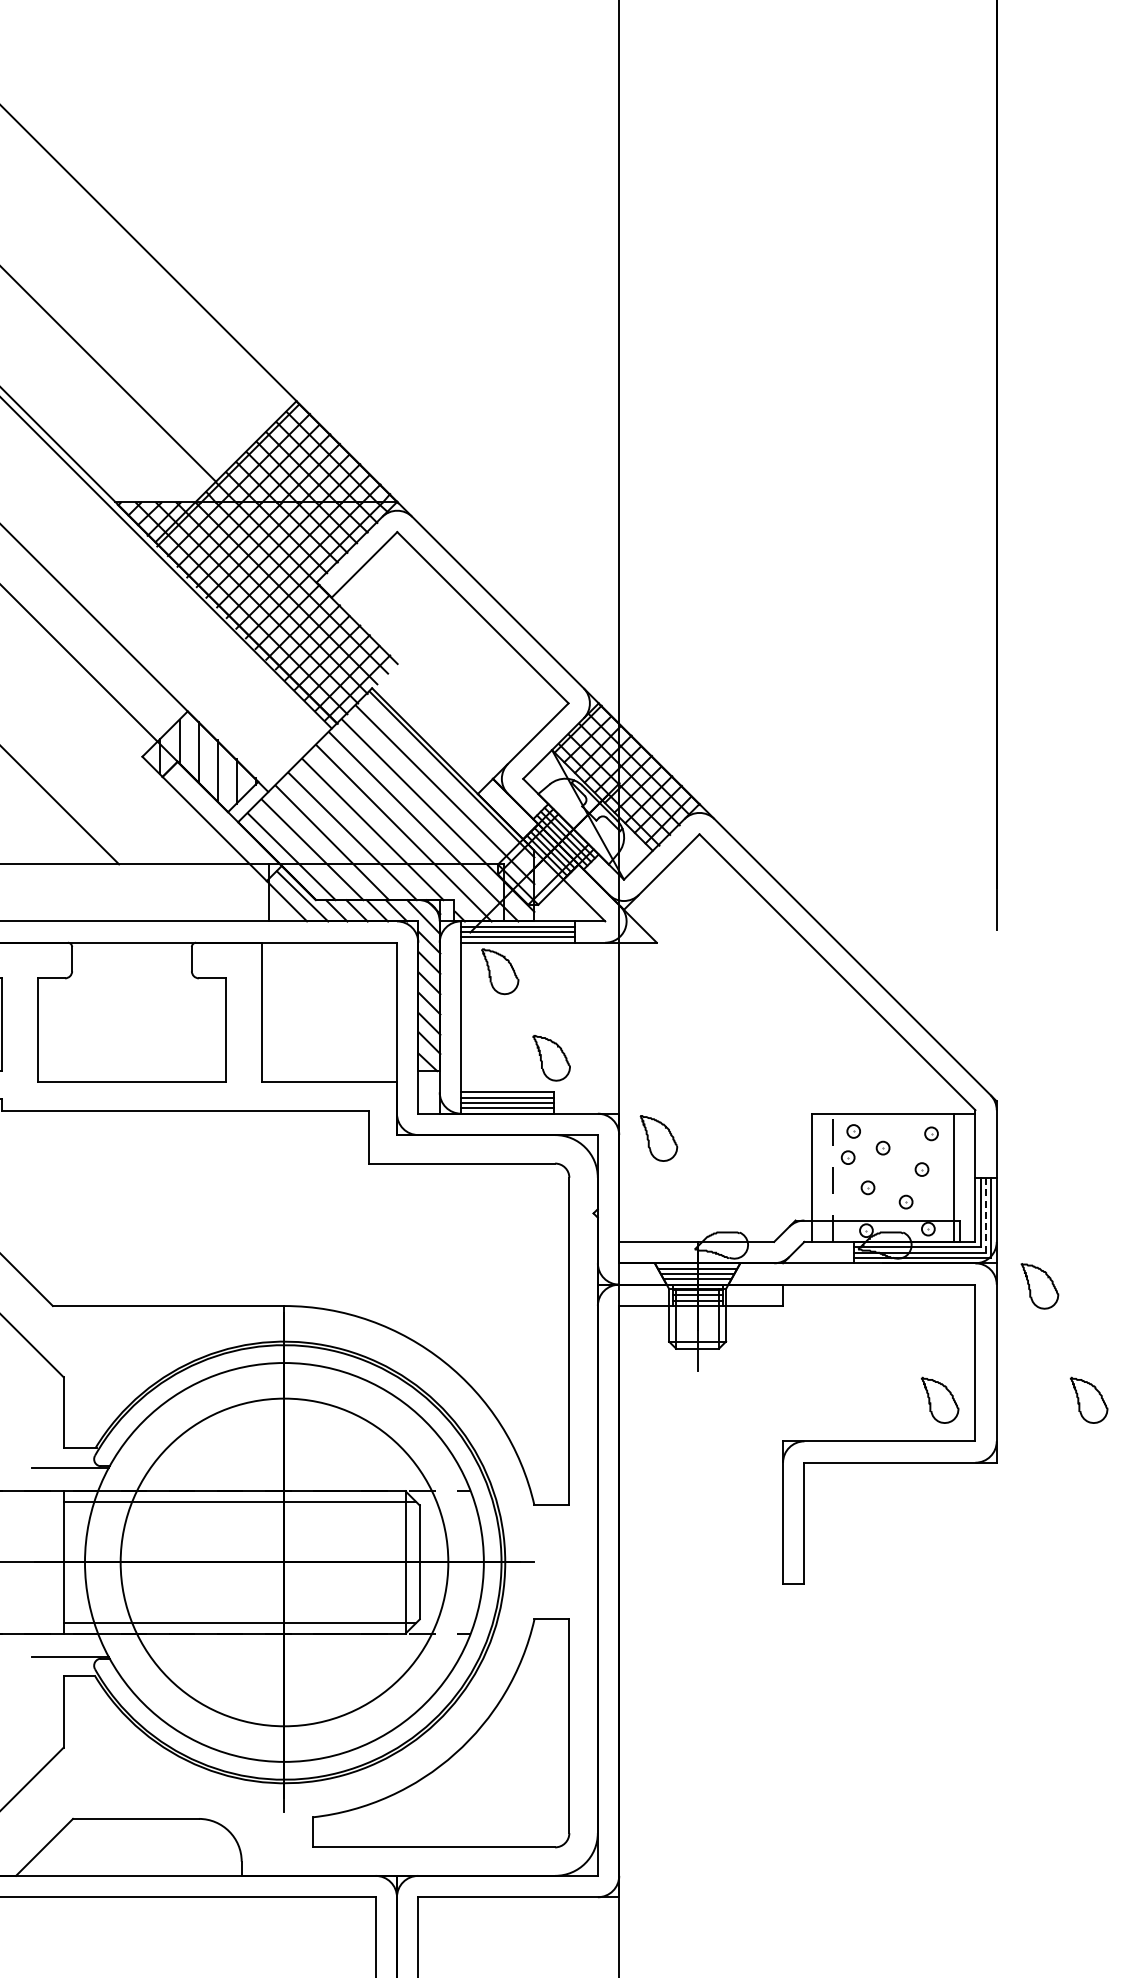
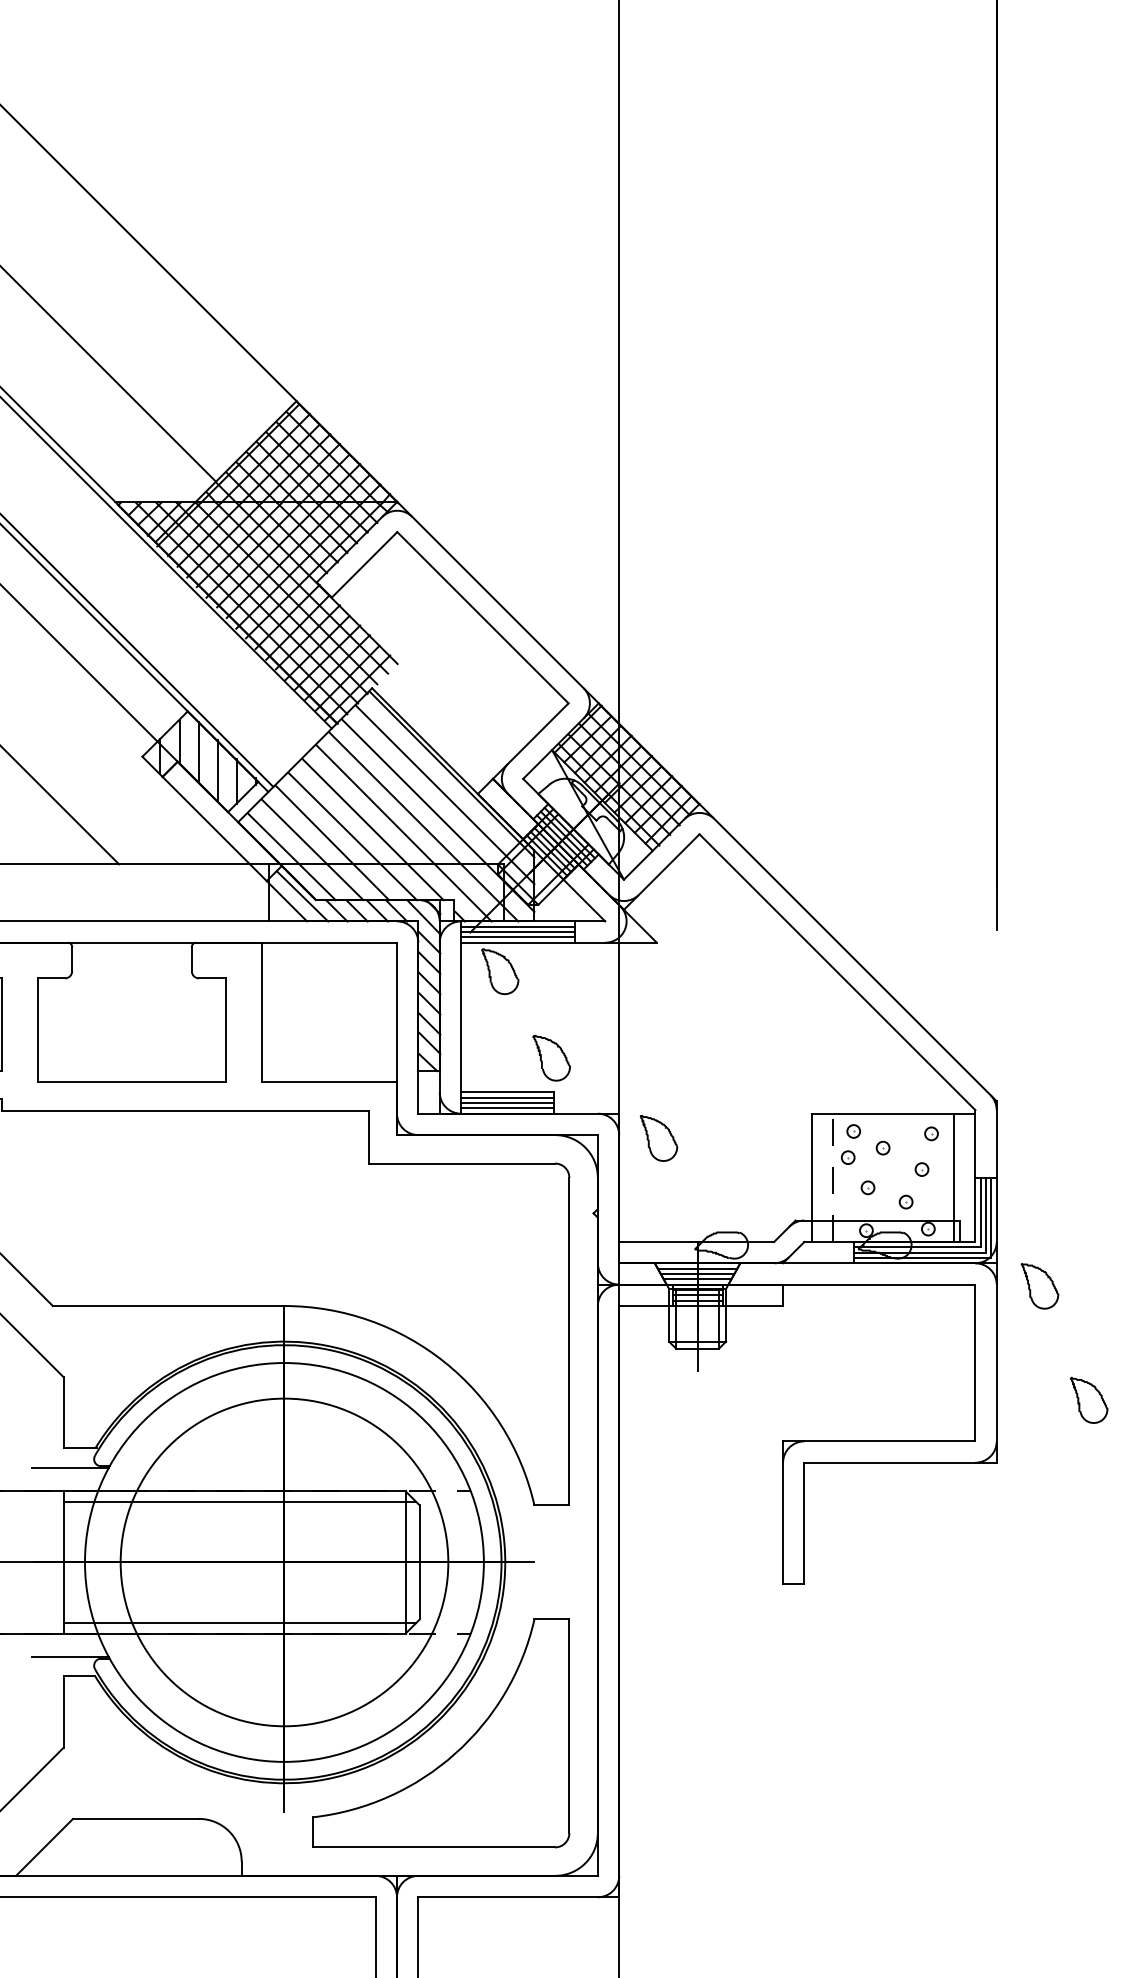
line at (137, 651): none -> present
line at (986, 1214): dashed -> solid
part at (939, 1399): present -> none
